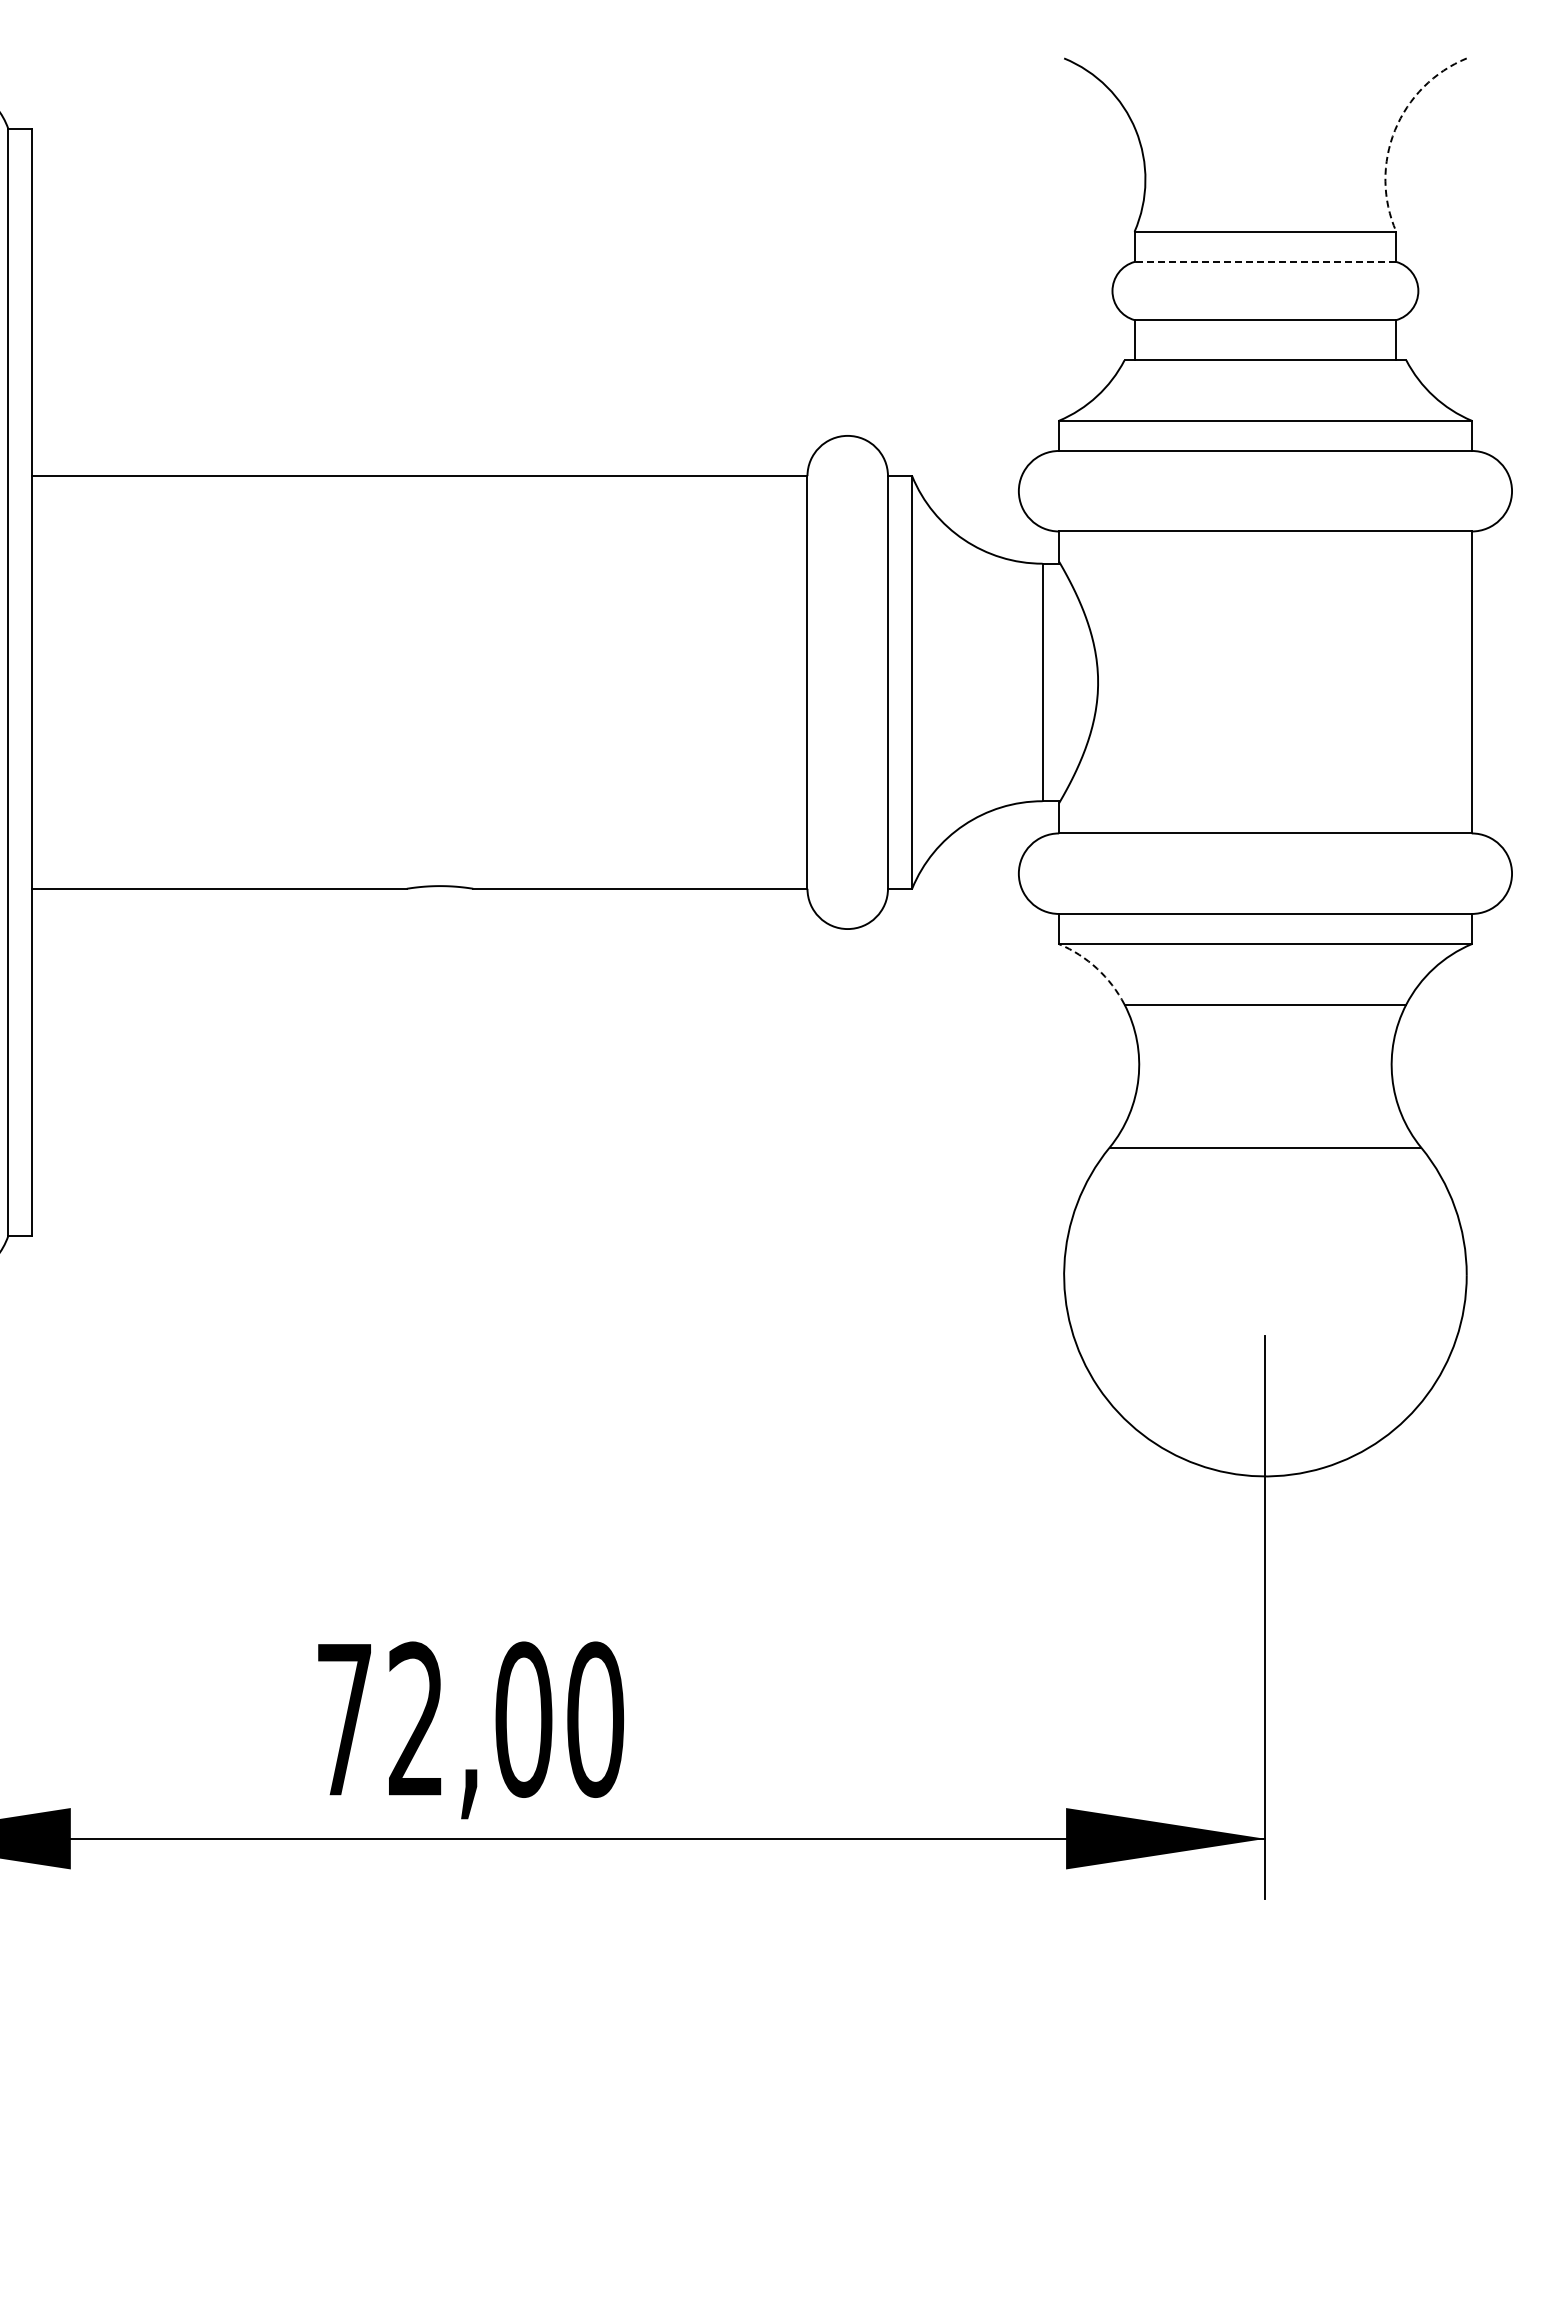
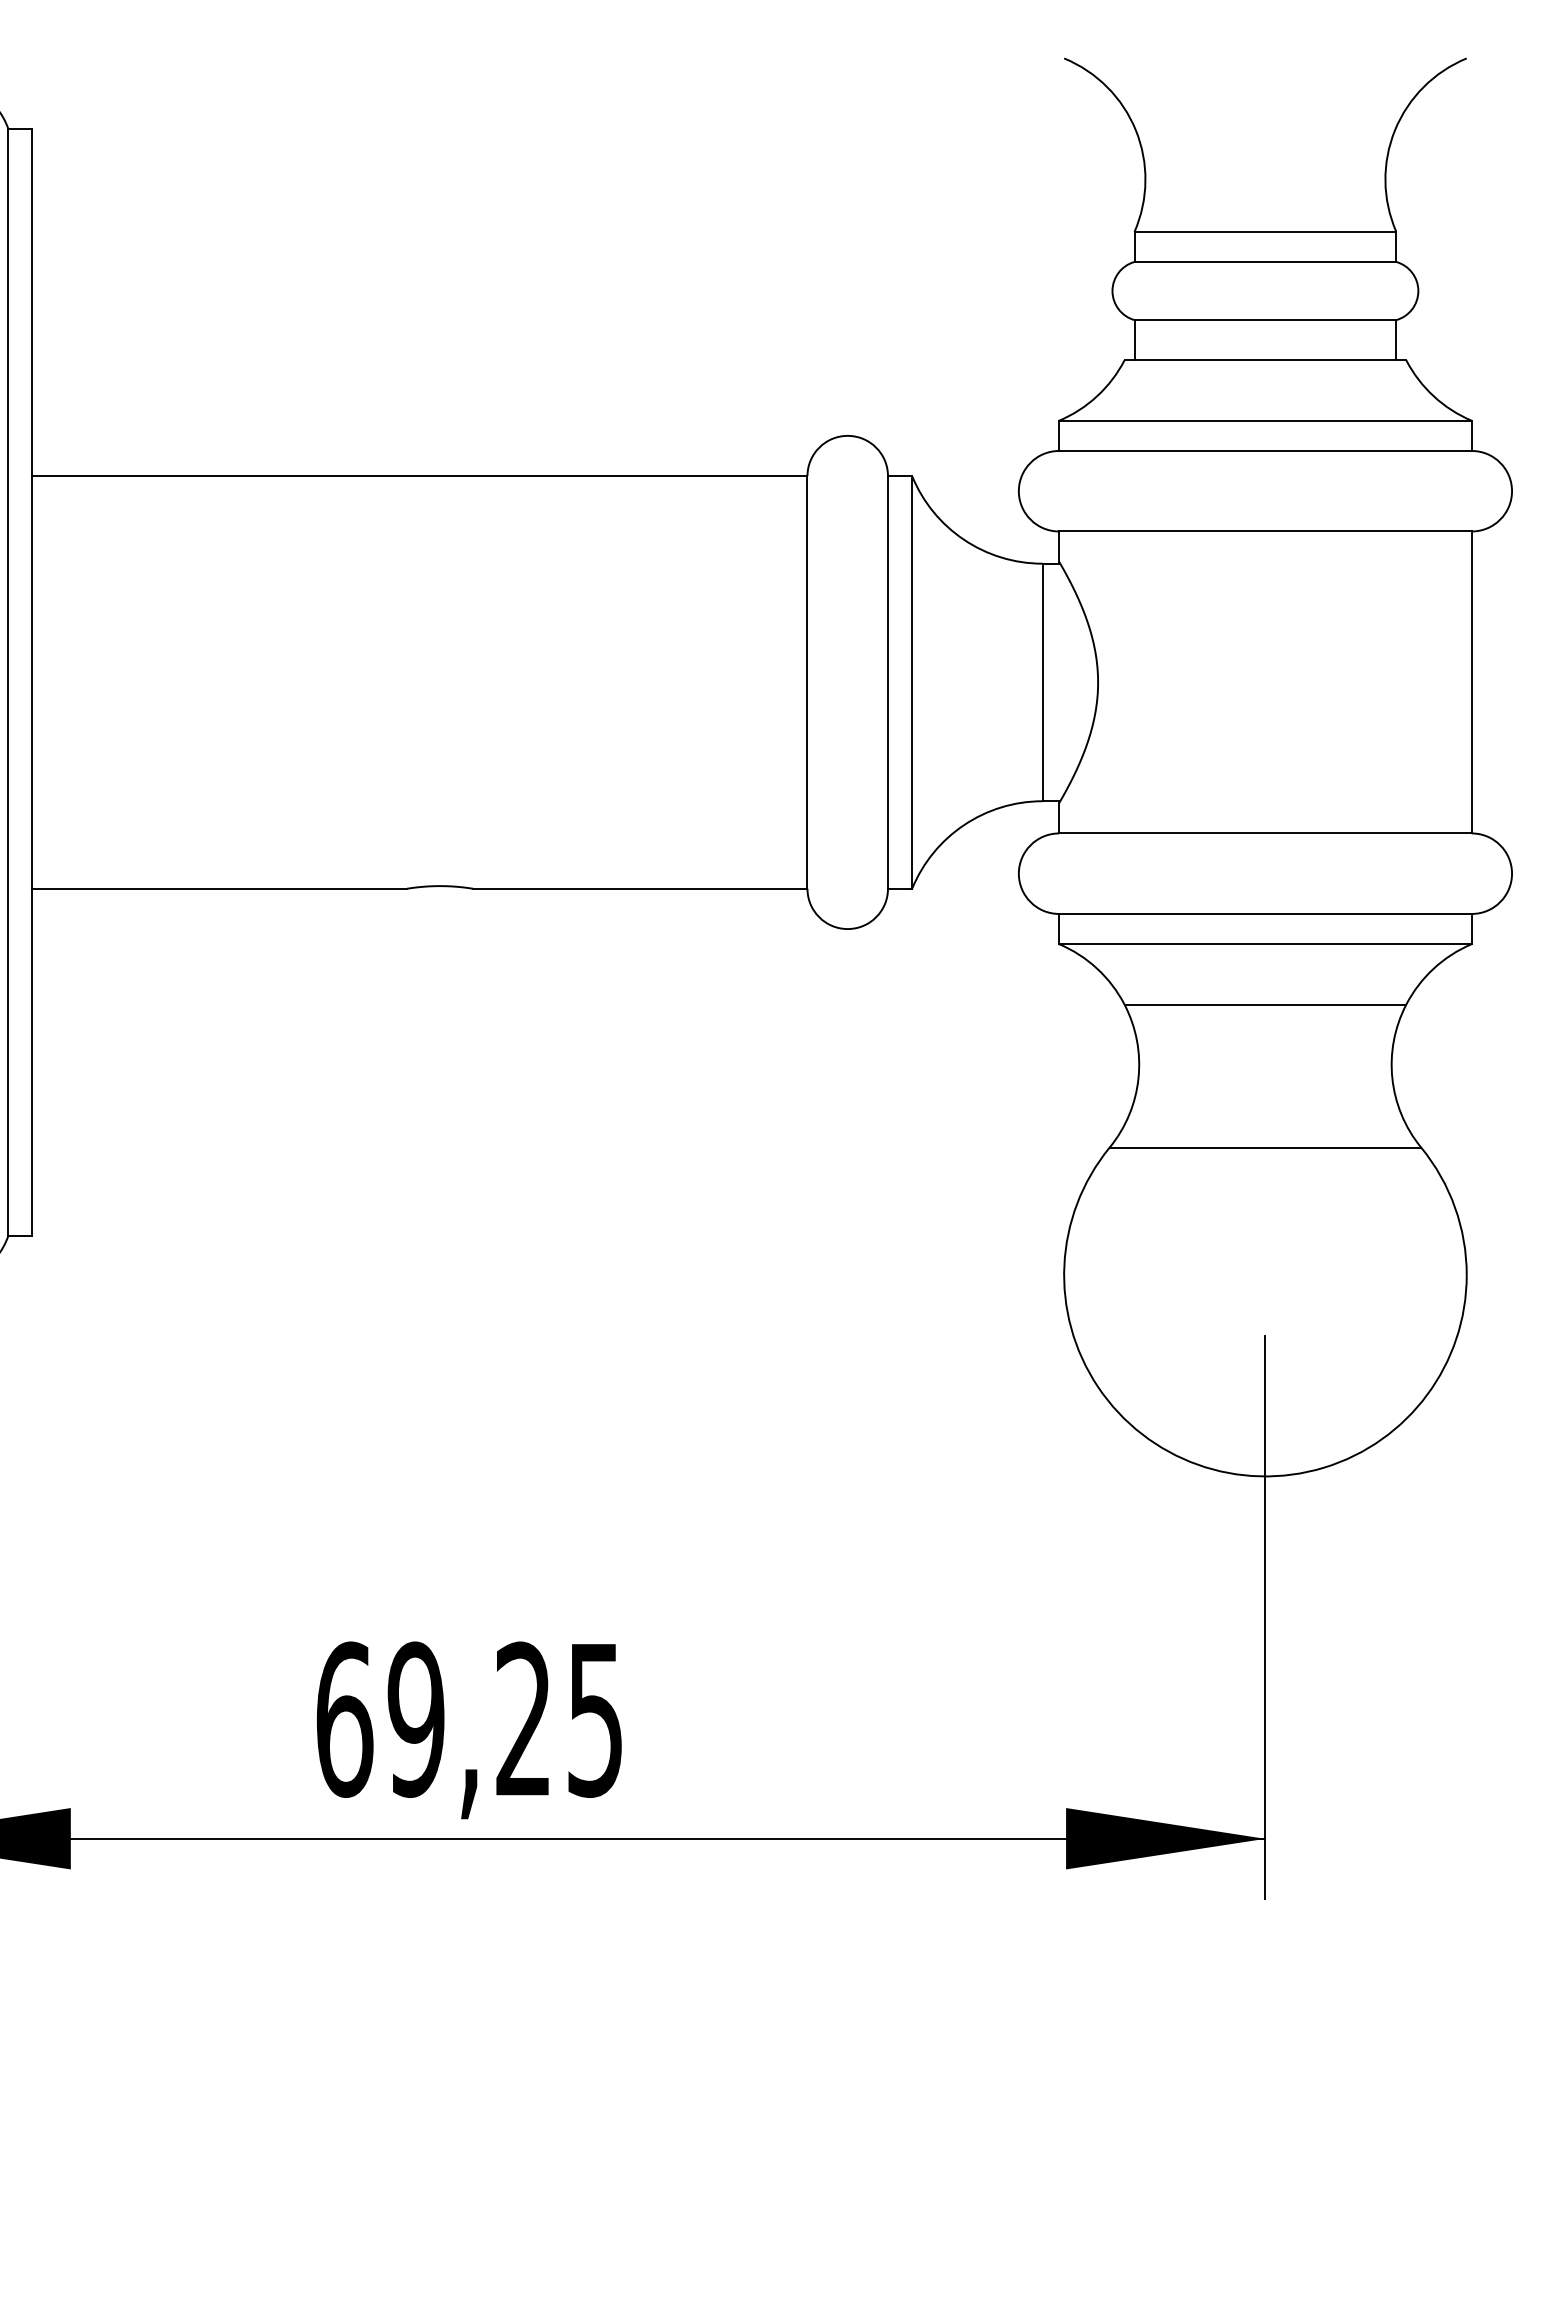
arc at (1395, 130): dashed -> solid
line at (1265, 261): dashed -> solid
arc at (1097, 968): dashed -> solid
text at (470, 1719): 72,00 -> 69,25
